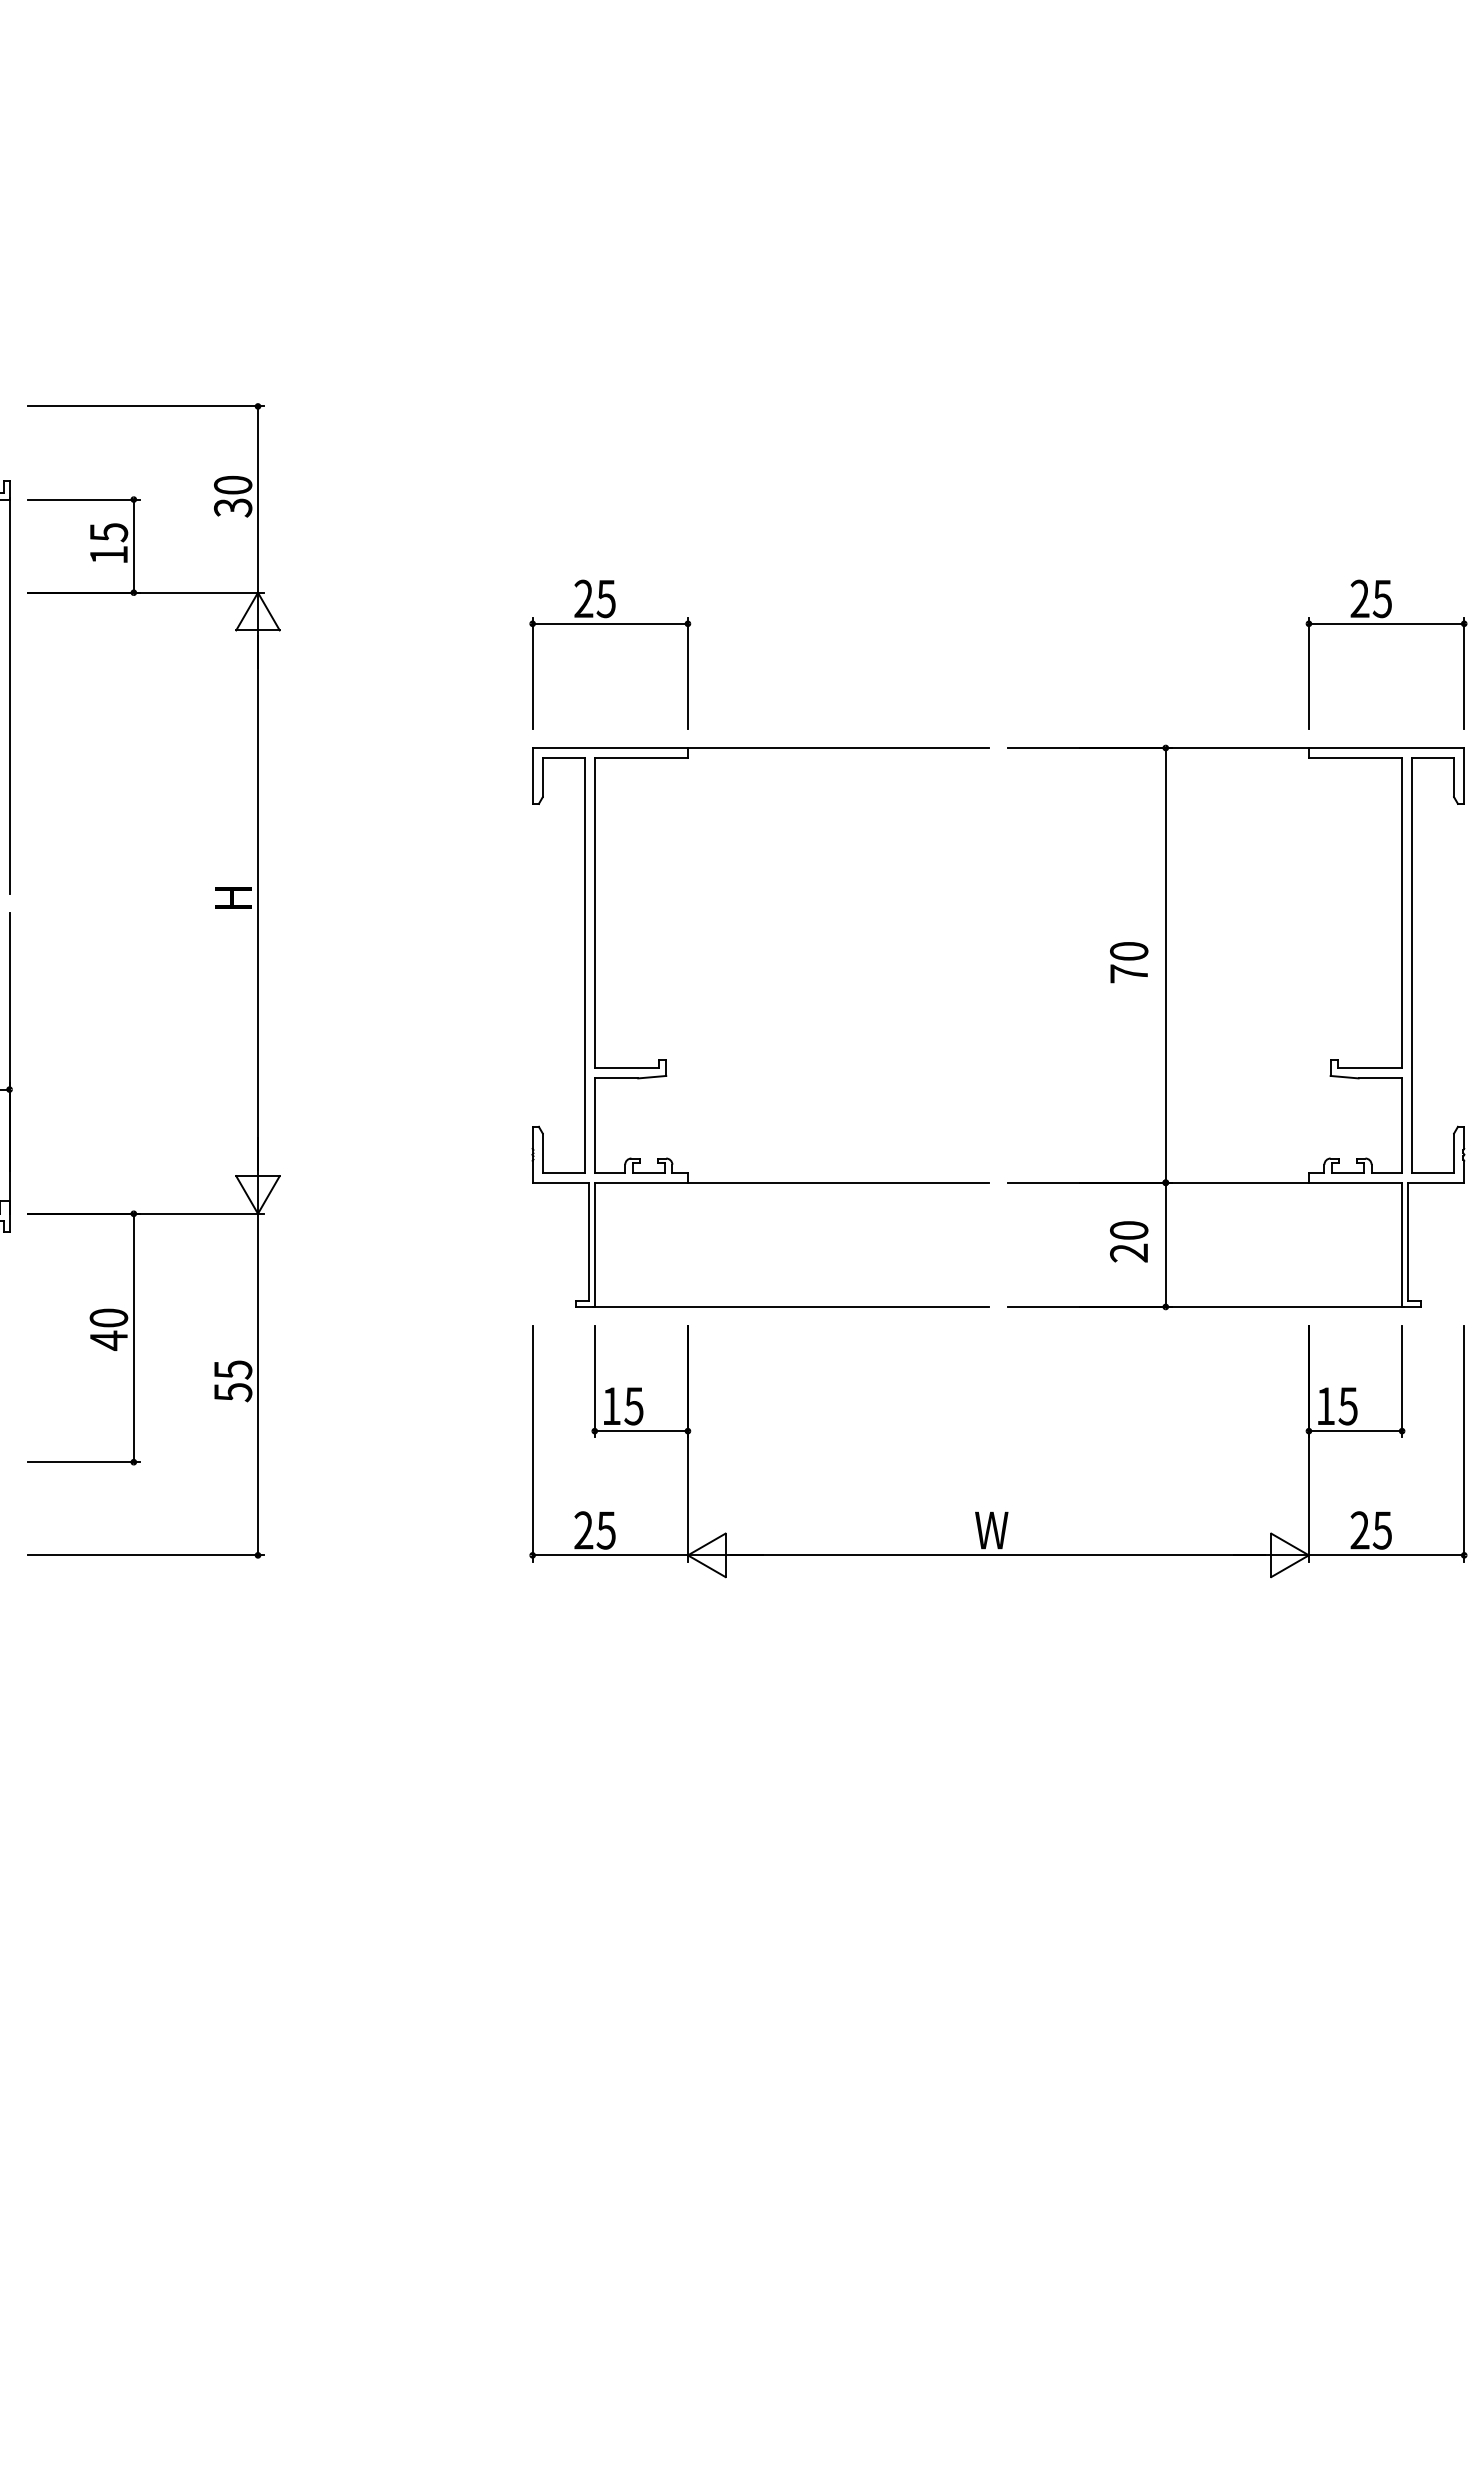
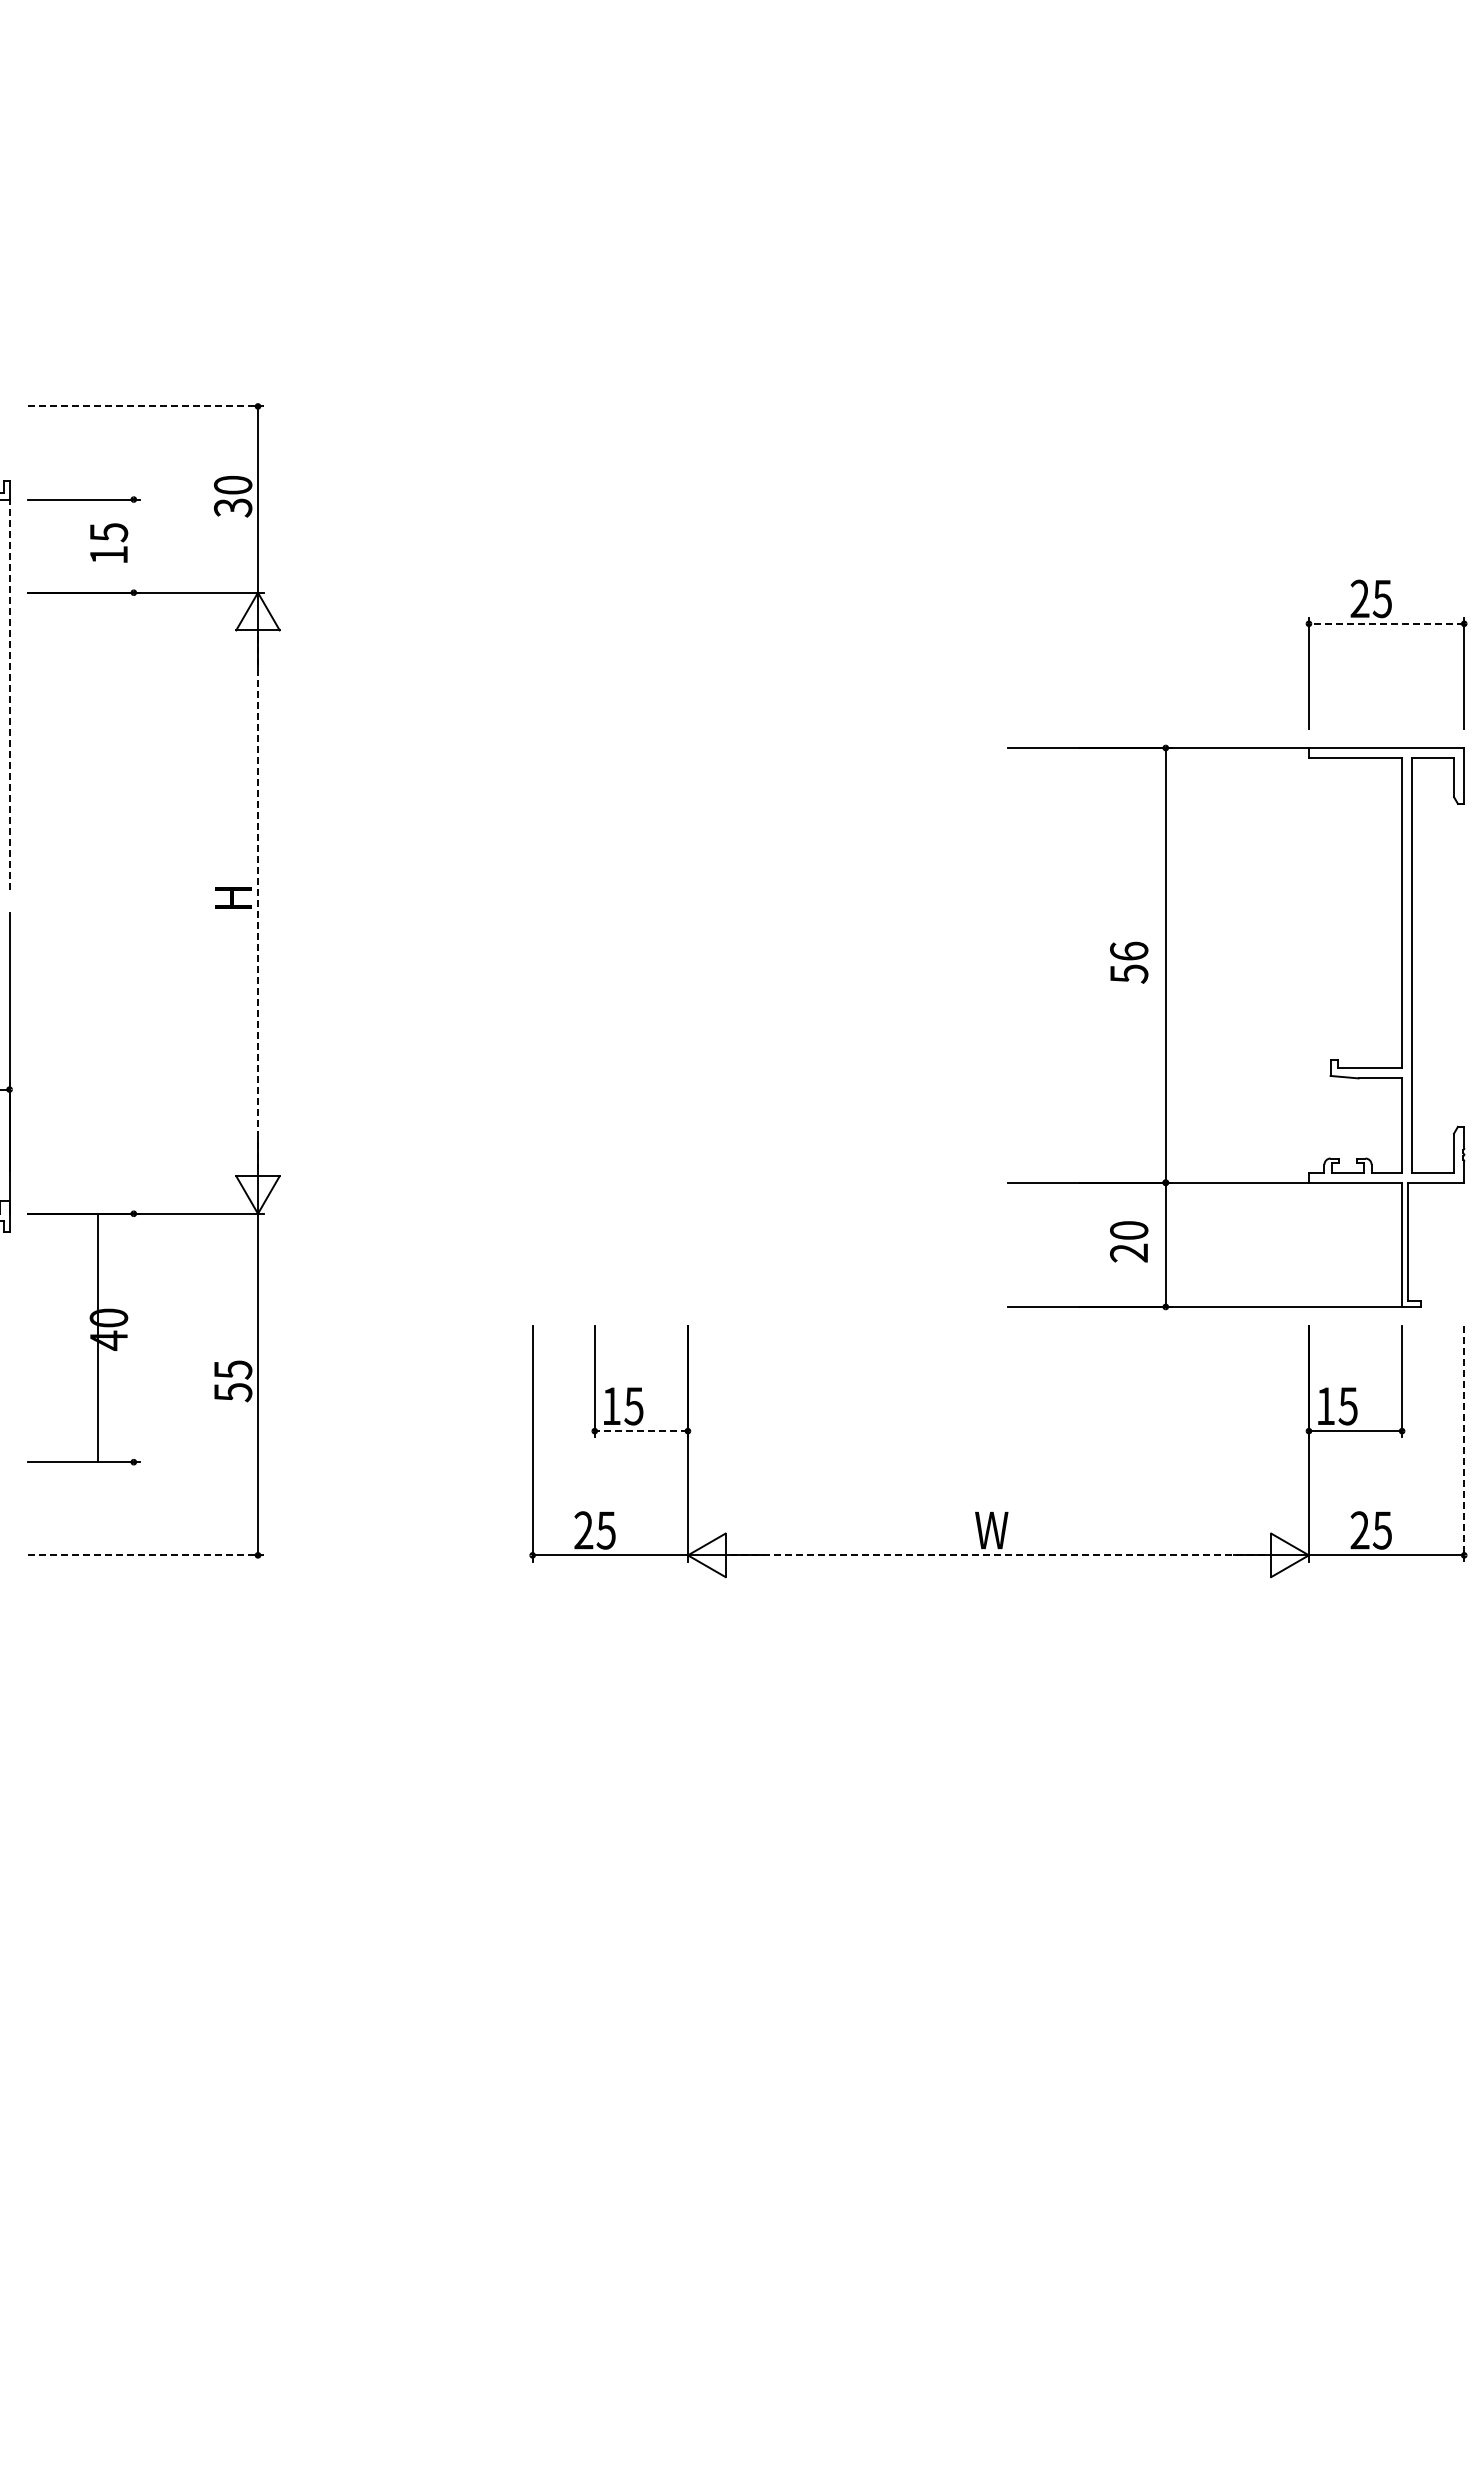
line at (146, 406): solid -> dashed
line at (133, 545): present -> none
line at (1386, 623): solid -> dashed
part at (610, 624): present -> none
line at (9, 696): solid -> dashed
line at (258, 903): solid -> dashed
text at (1129, 962): 70 -> 56
part at (666, 1059): present -> none
line at (133, 1337) position: (133, 1337) -> (97, 1337)
line at (641, 1431): solid -> dashed
line at (1464, 1443): solid -> dashed
line at (146, 1555): solid -> dashed
line at (997, 1555): solid -> dashed
